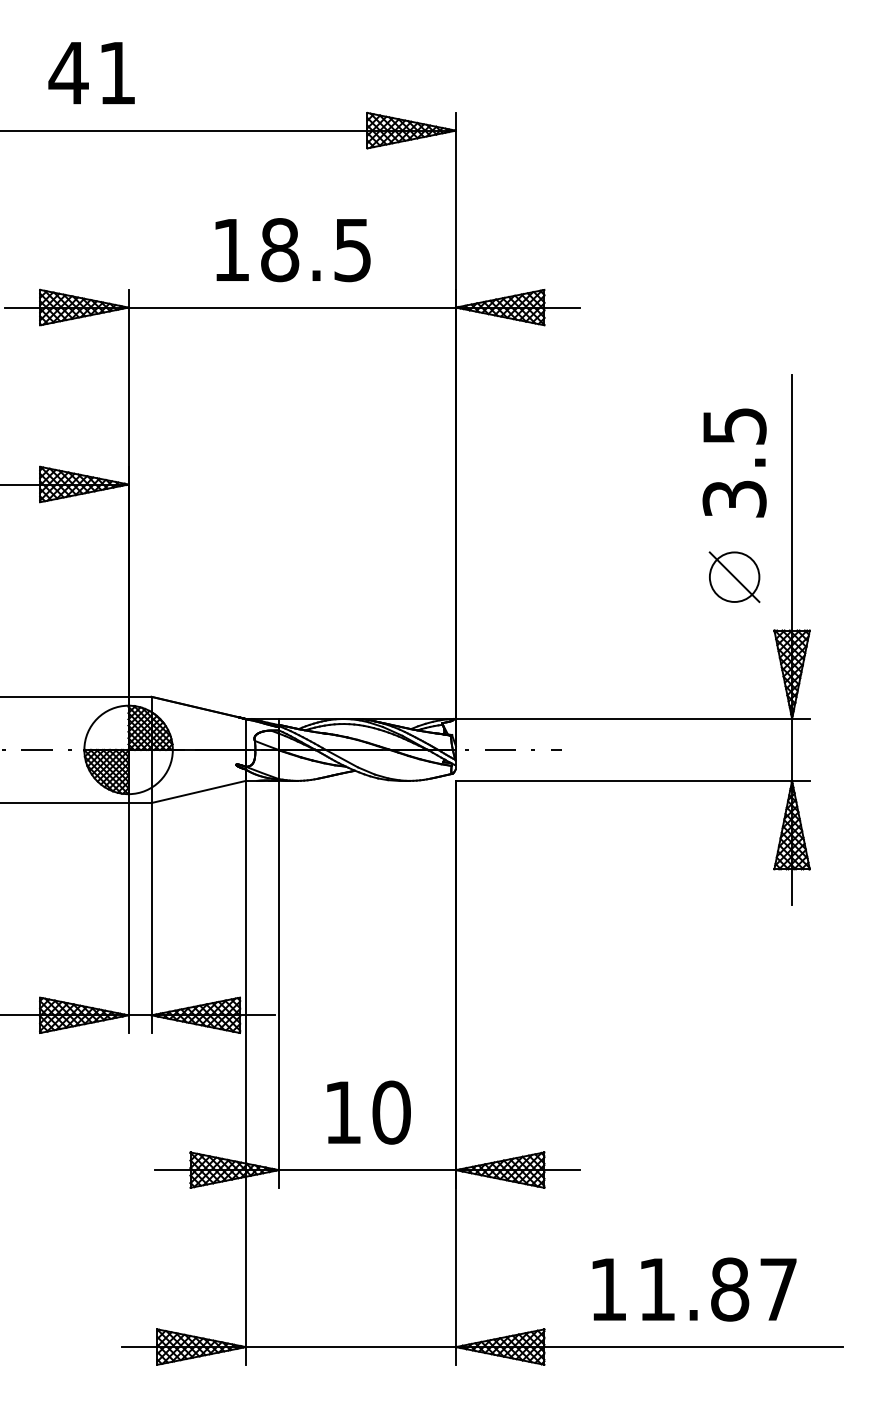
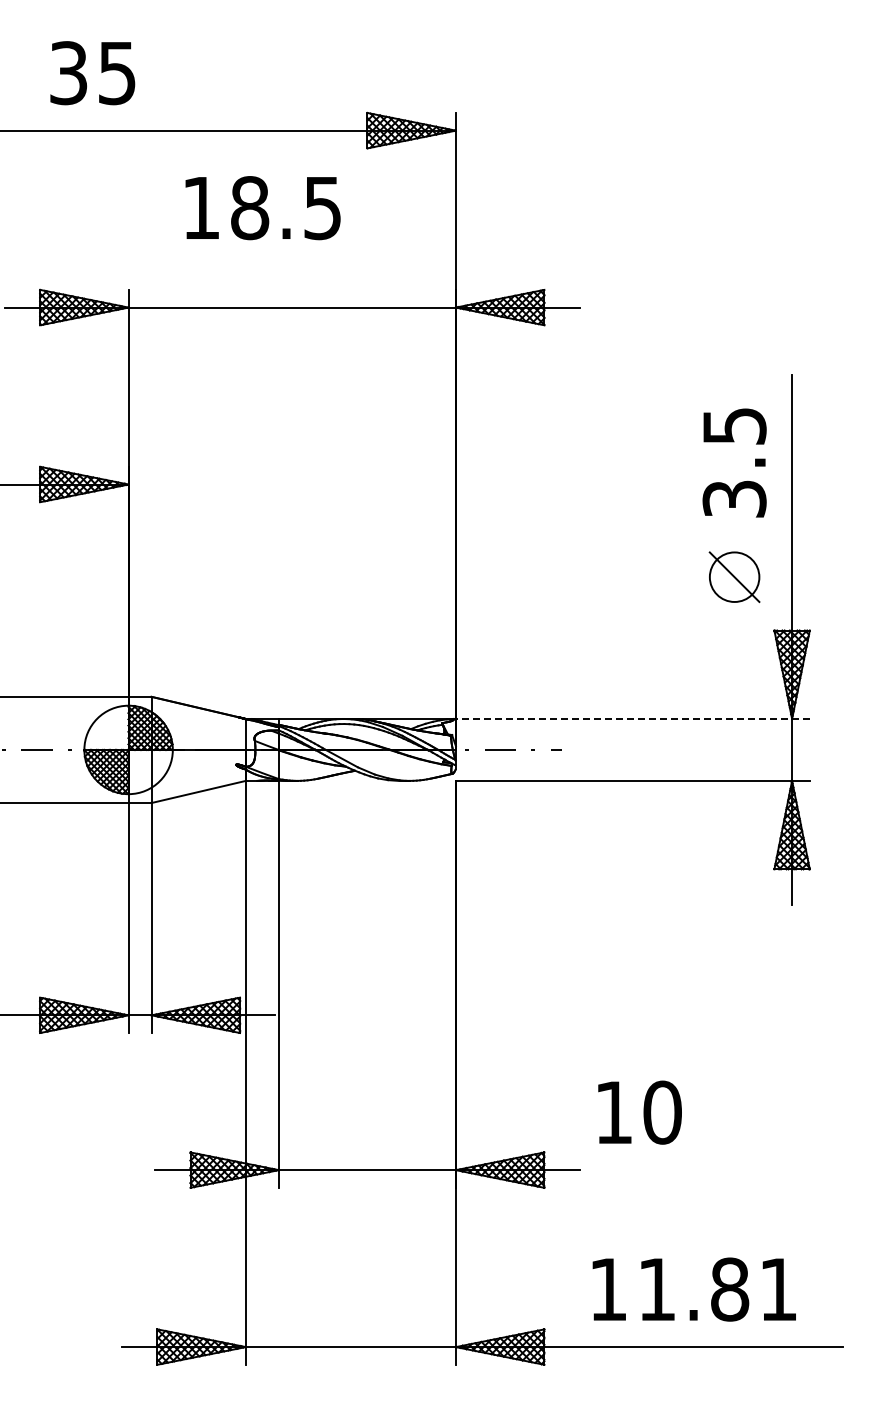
text at (91, 73): 41 -> 35
text at (292, 250) position: (292, 250) -> (262, 208)
line at (632, 718): solid -> dashed
text at (368, 1112) position: (368, 1112) -> (639, 1112)
text at (778, 1289): 11.87 -> 11.81
